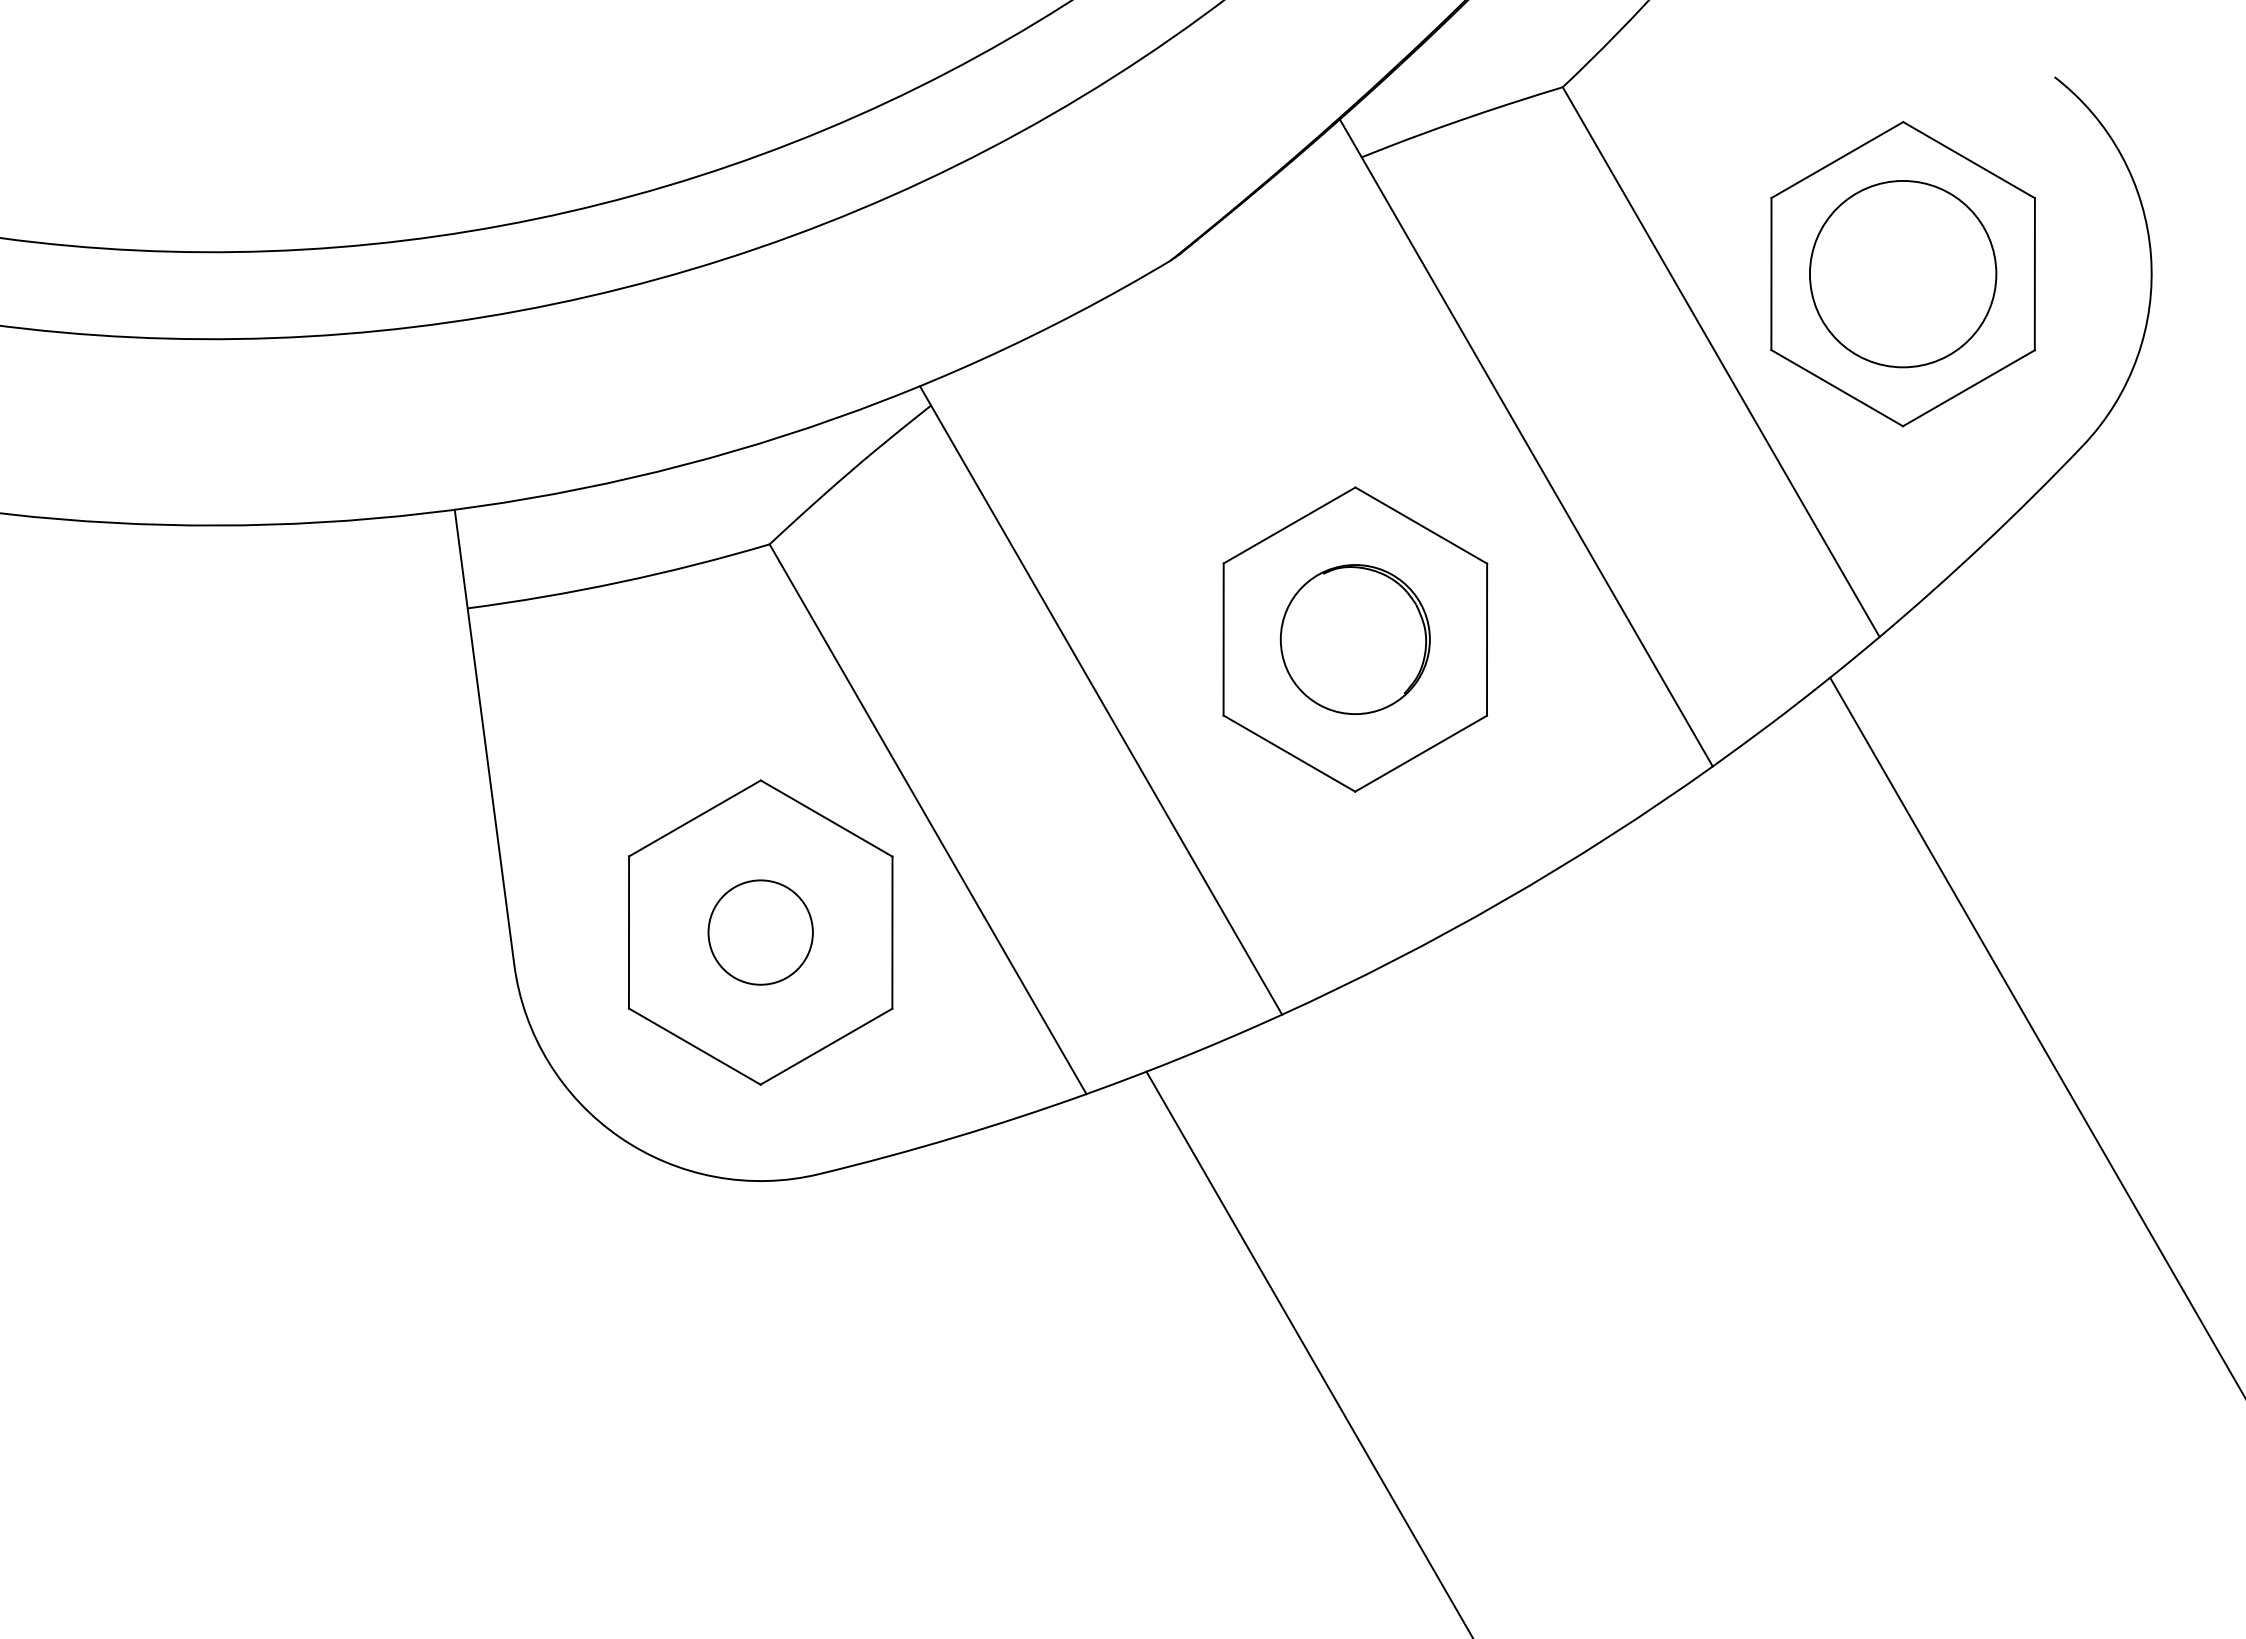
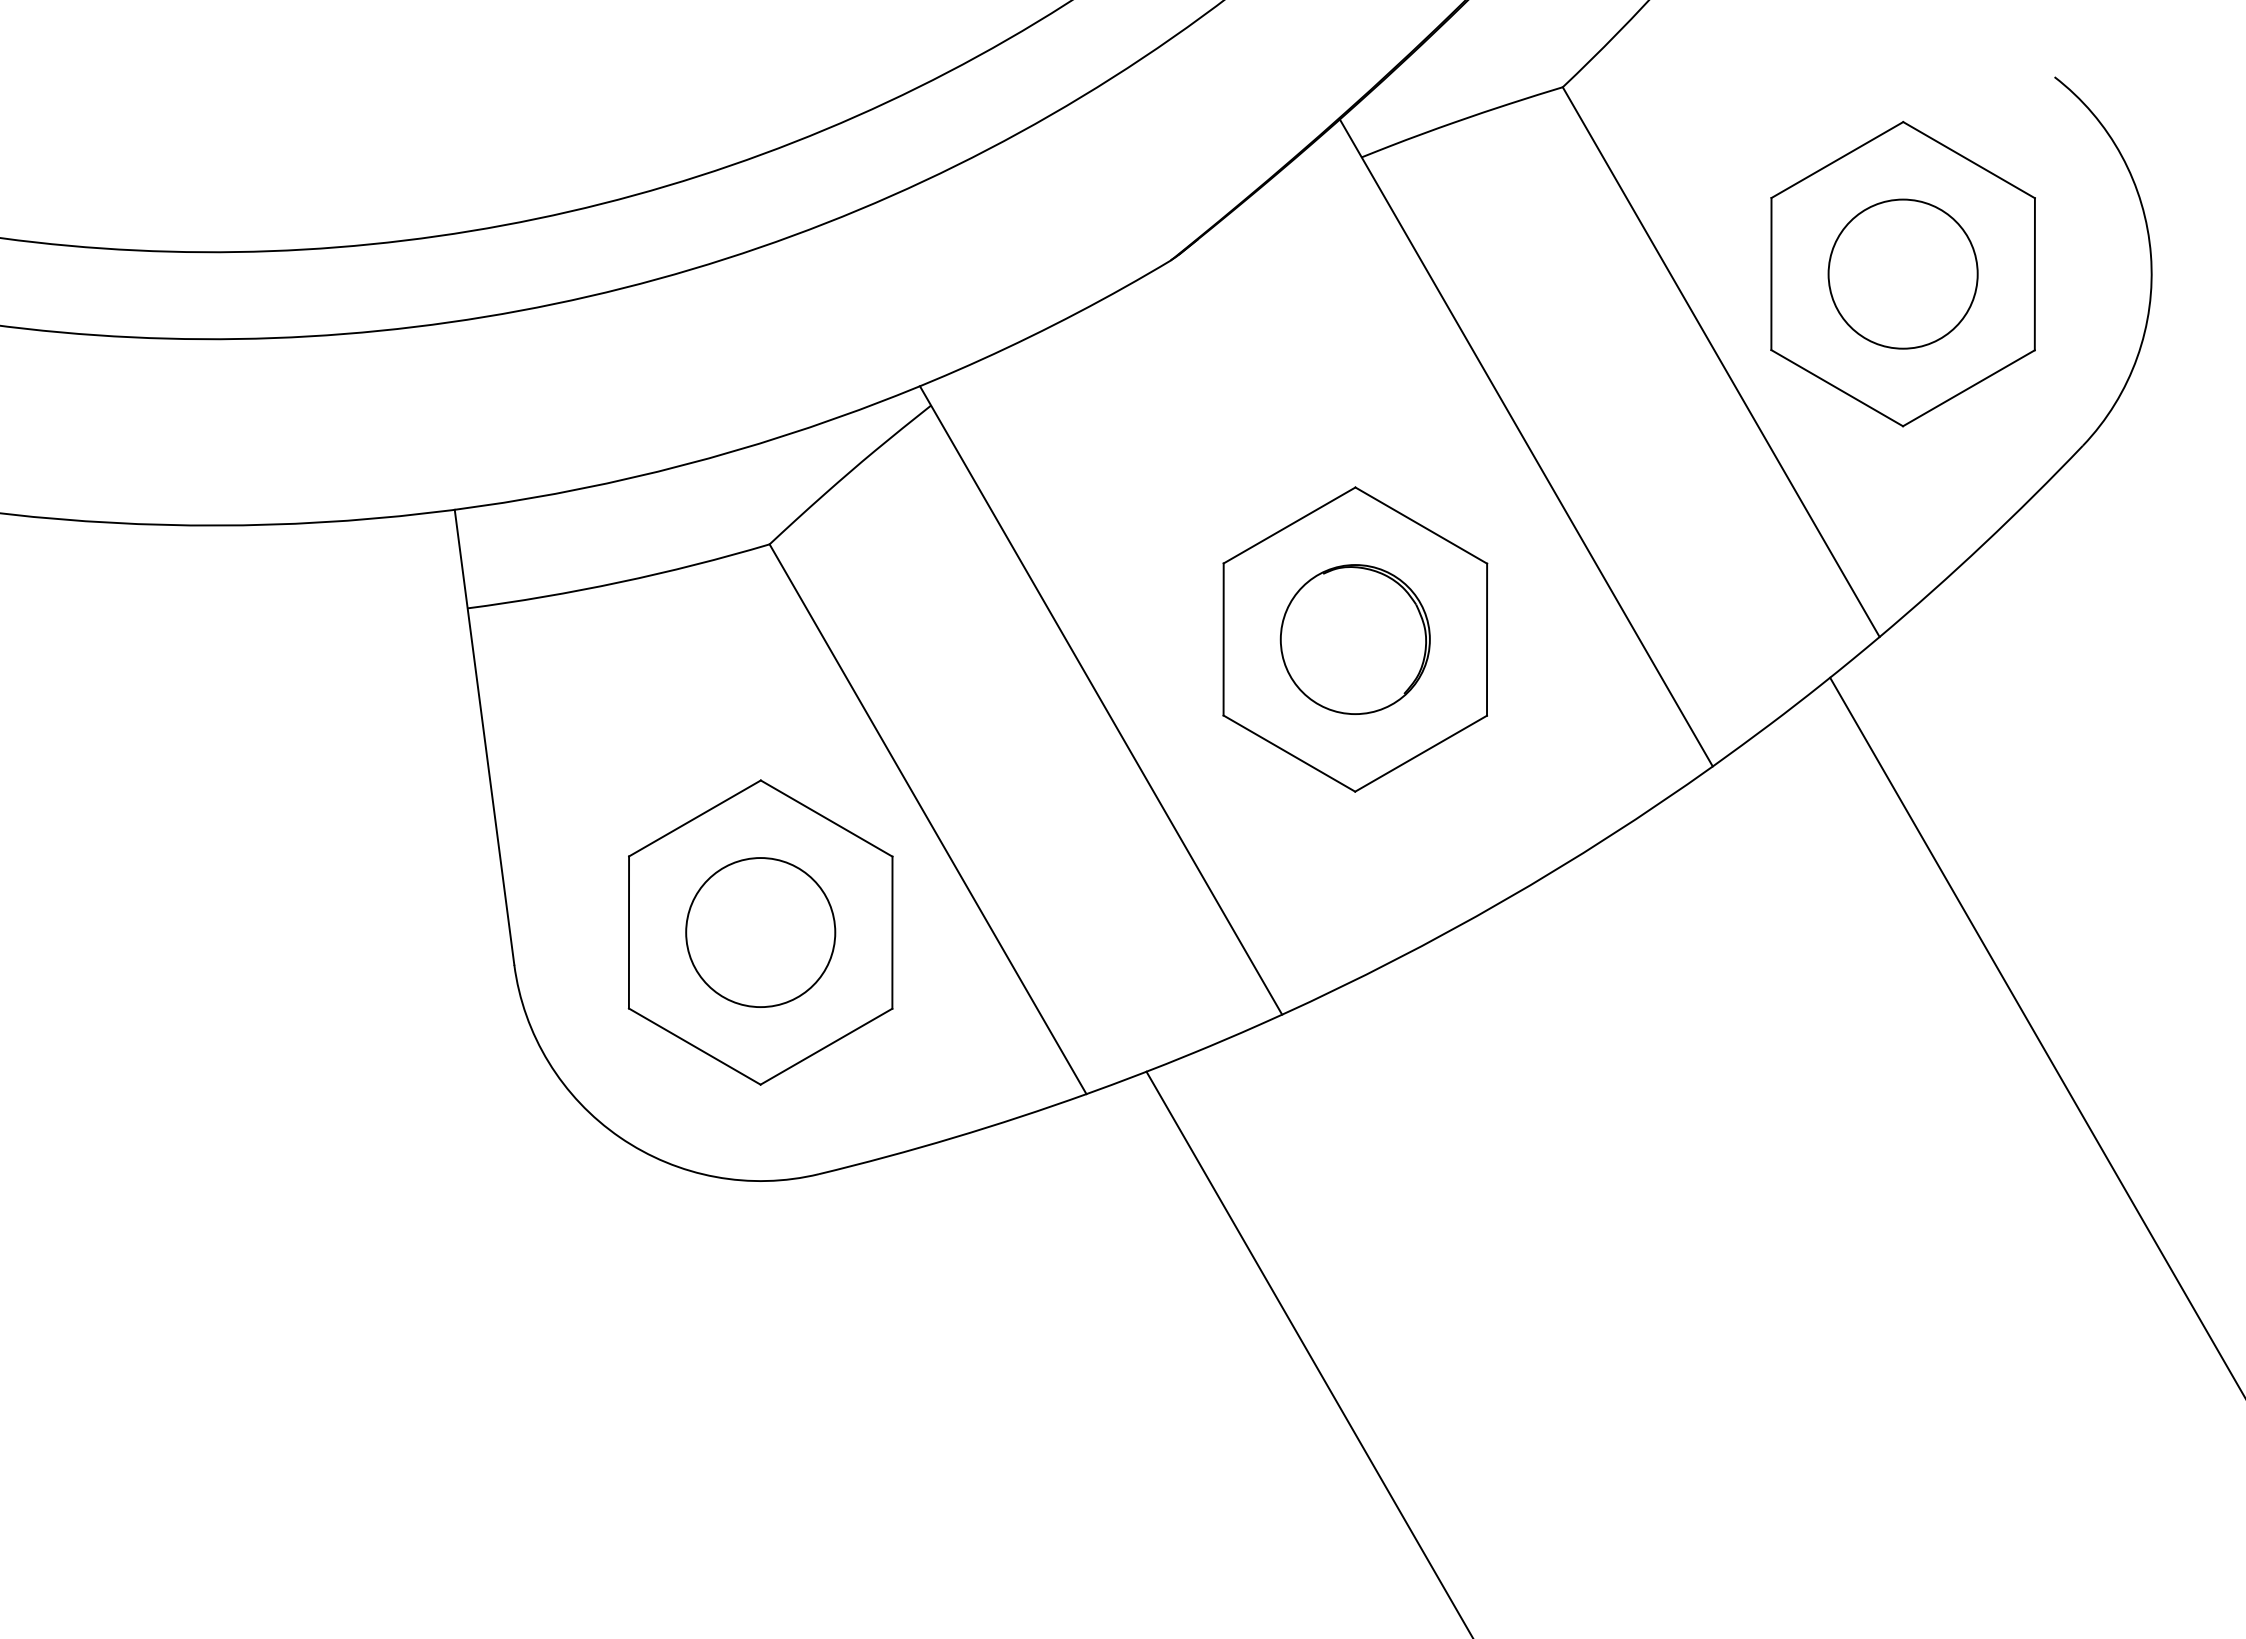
circle at (1902, 273) diameter: 186 px -> 149 px
circle at (760, 932) diameter: 104 px -> 149 px
